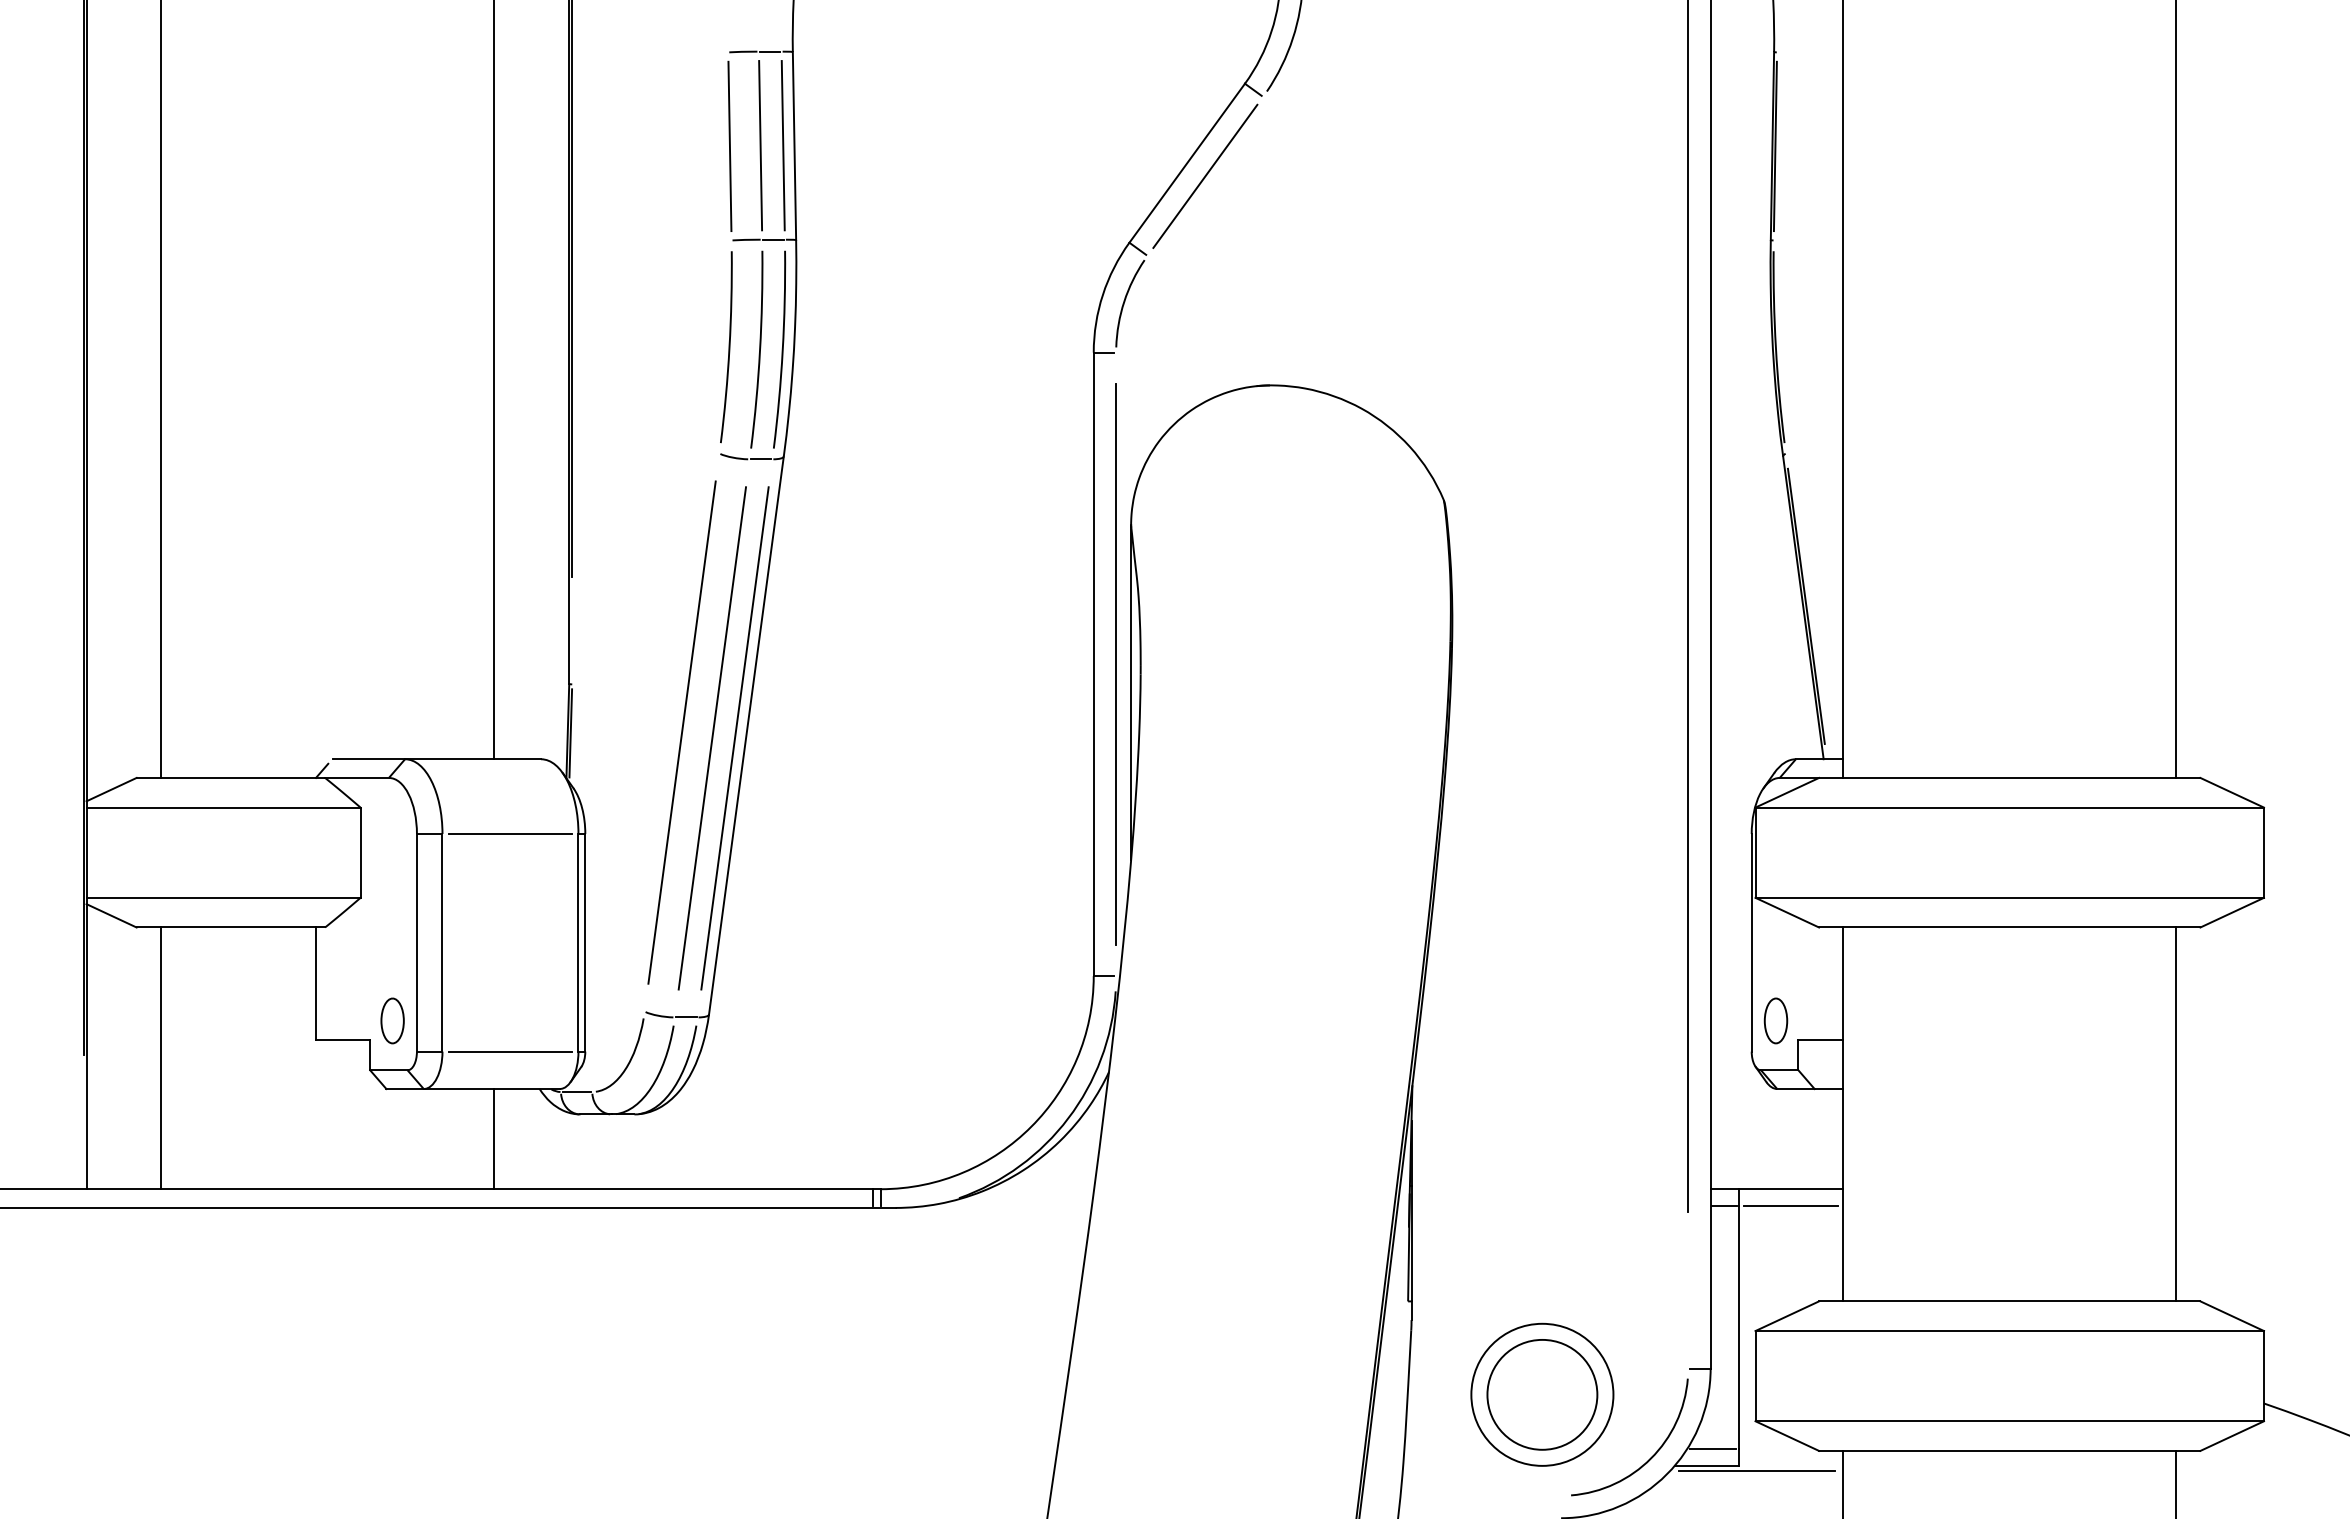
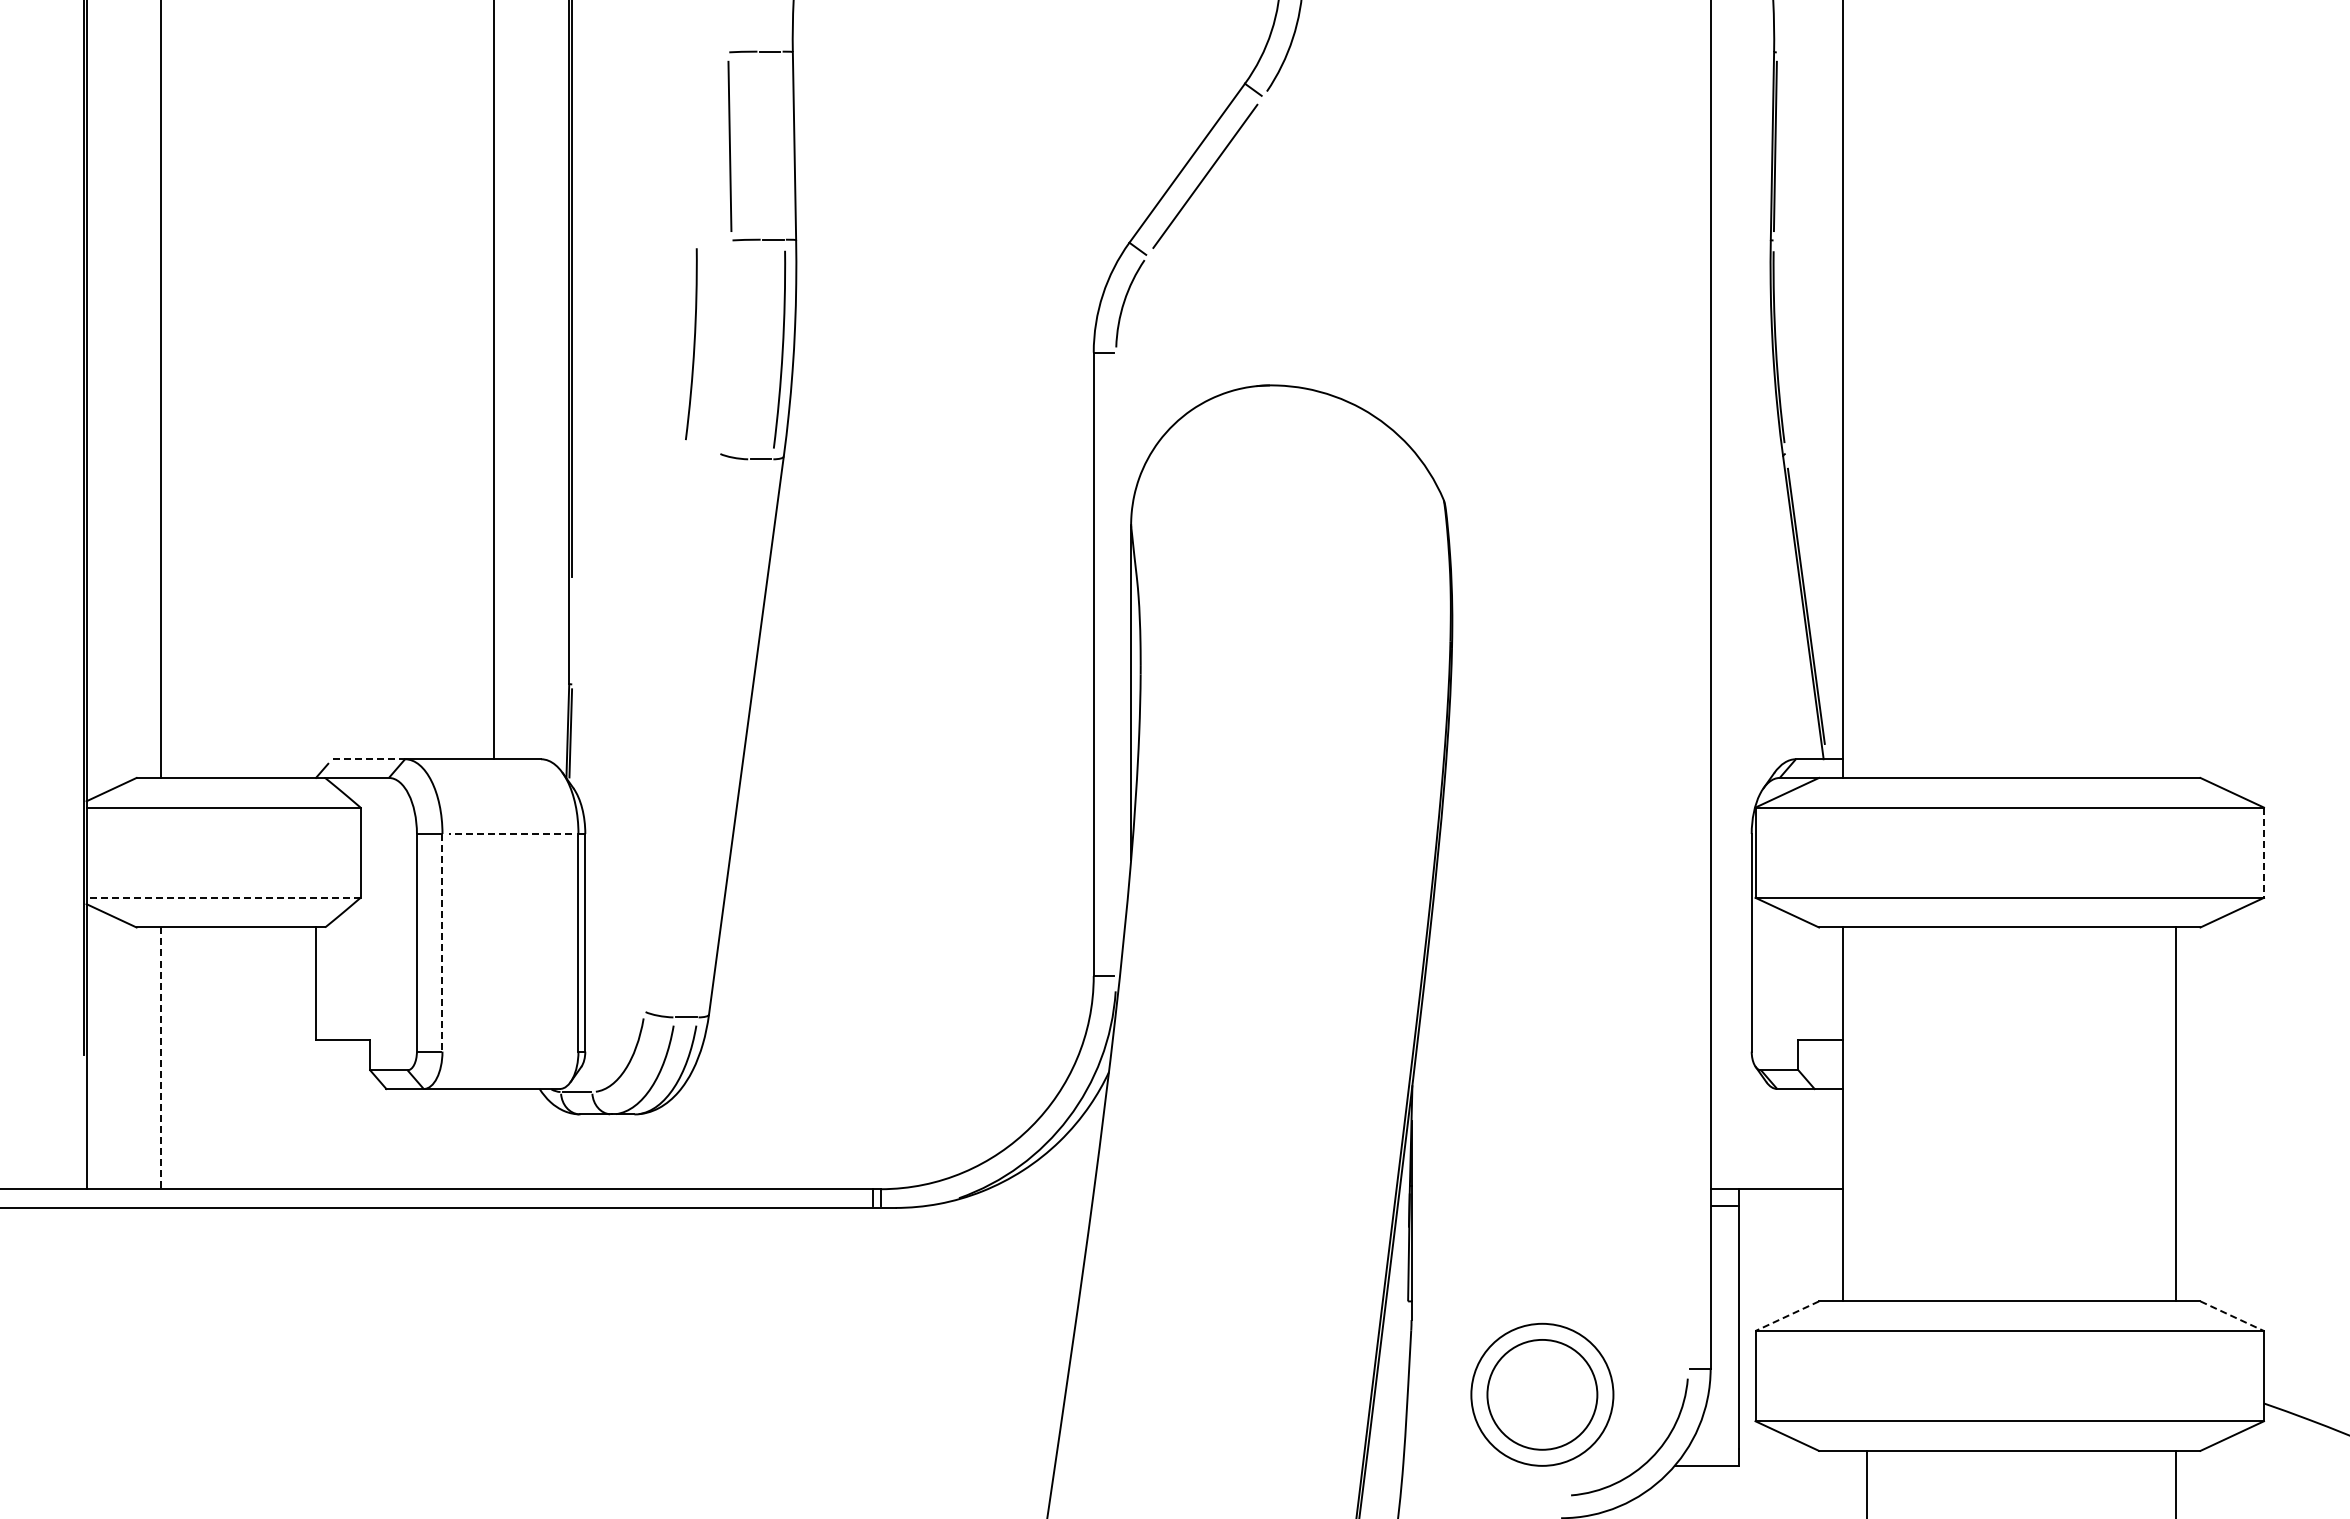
line at (760, 145): present -> none
line at (782, 145): present -> none
curve at (728, 347) position: (728, 347) -> (693, 344)
curve at (759, 349): present -> none
line at (2176, 389): present -> none
line at (1688, 607): present -> none
line at (1116, 663): present -> none
line at (681, 732): present -> none
line at (712, 738): present -> none
line at (734, 738): present -> none
line at (369, 759): solid -> dashed
line at (510, 834): solid -> dashed
line at (2264, 853): solid -> dashed
line at (223, 897): solid -> dashed
line at (442, 942): solid -> dashed
part at (392, 1020): present -> none
part at (1775, 1020): present -> none
line at (510, 1051): present -> none
line at (160, 1058): solid -> dashed
line at (493, 1139): present -> none
line at (1790, 1206): present -> none
line at (1786, 1316): solid -> dashed
line at (2232, 1316): solid -> dashed
line at (1713, 1448): present -> none
line at (1756, 1471): present -> none
line at (1843, 1482) position: (1843, 1482) -> (1867, 1482)
